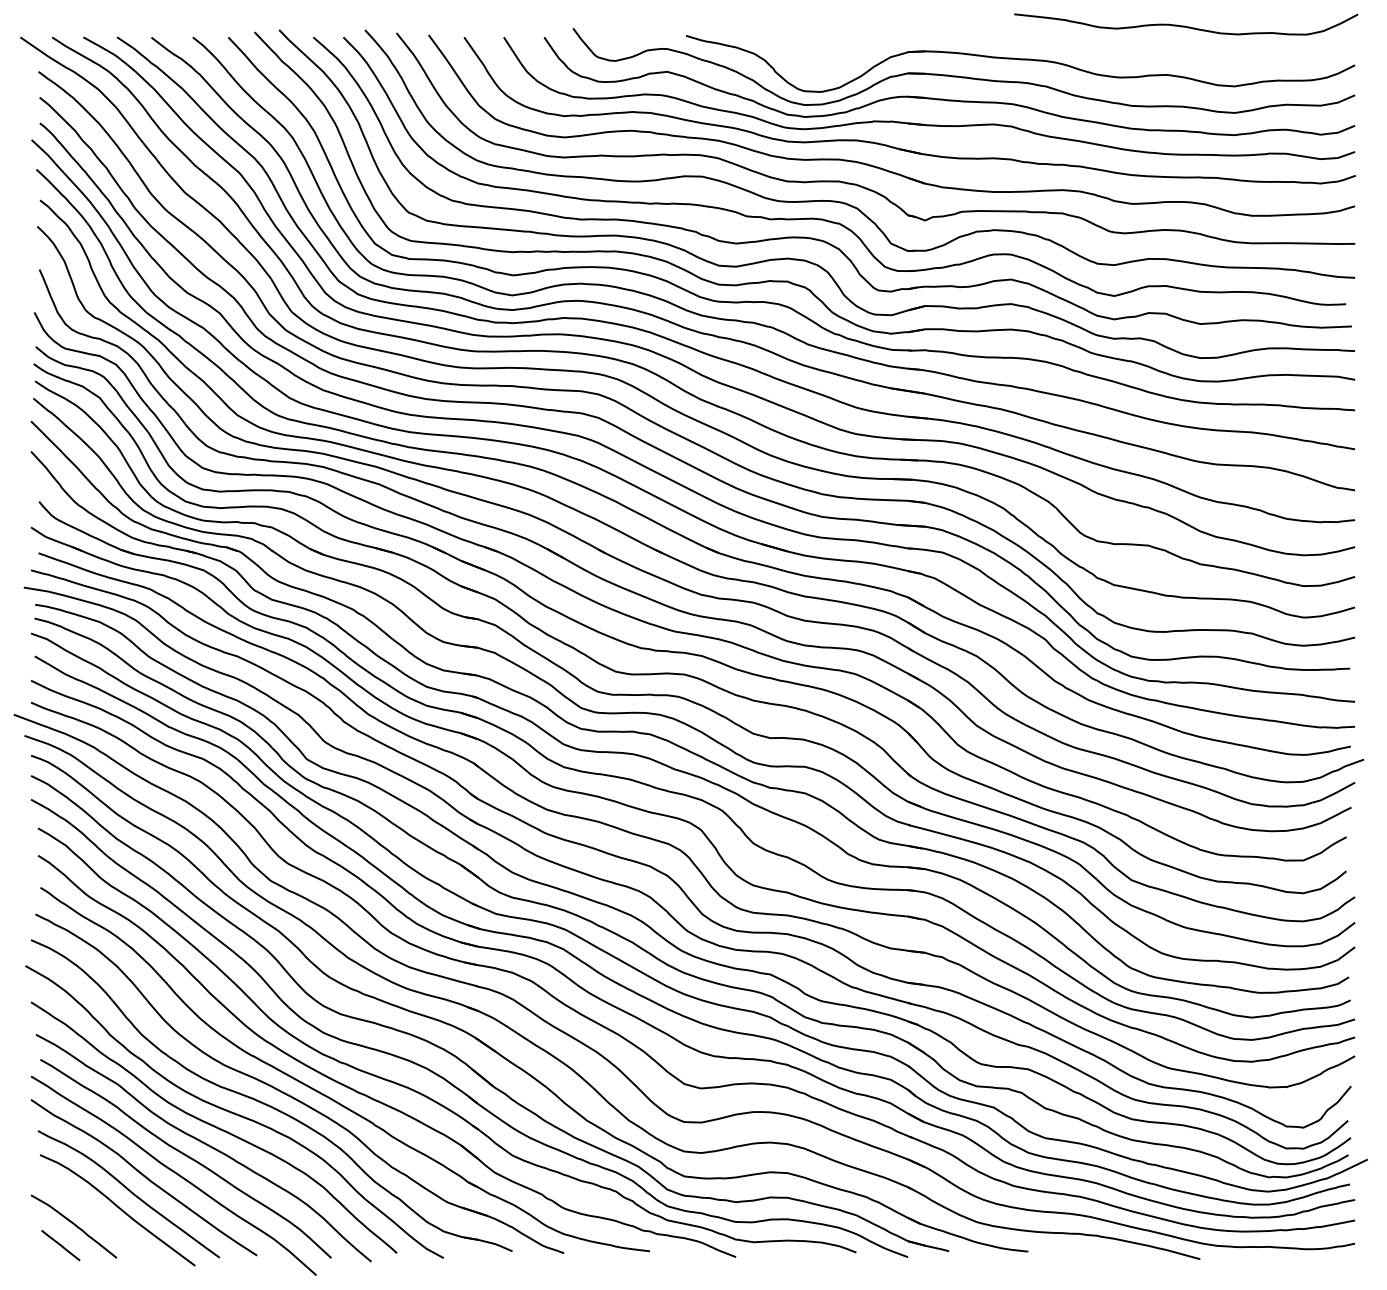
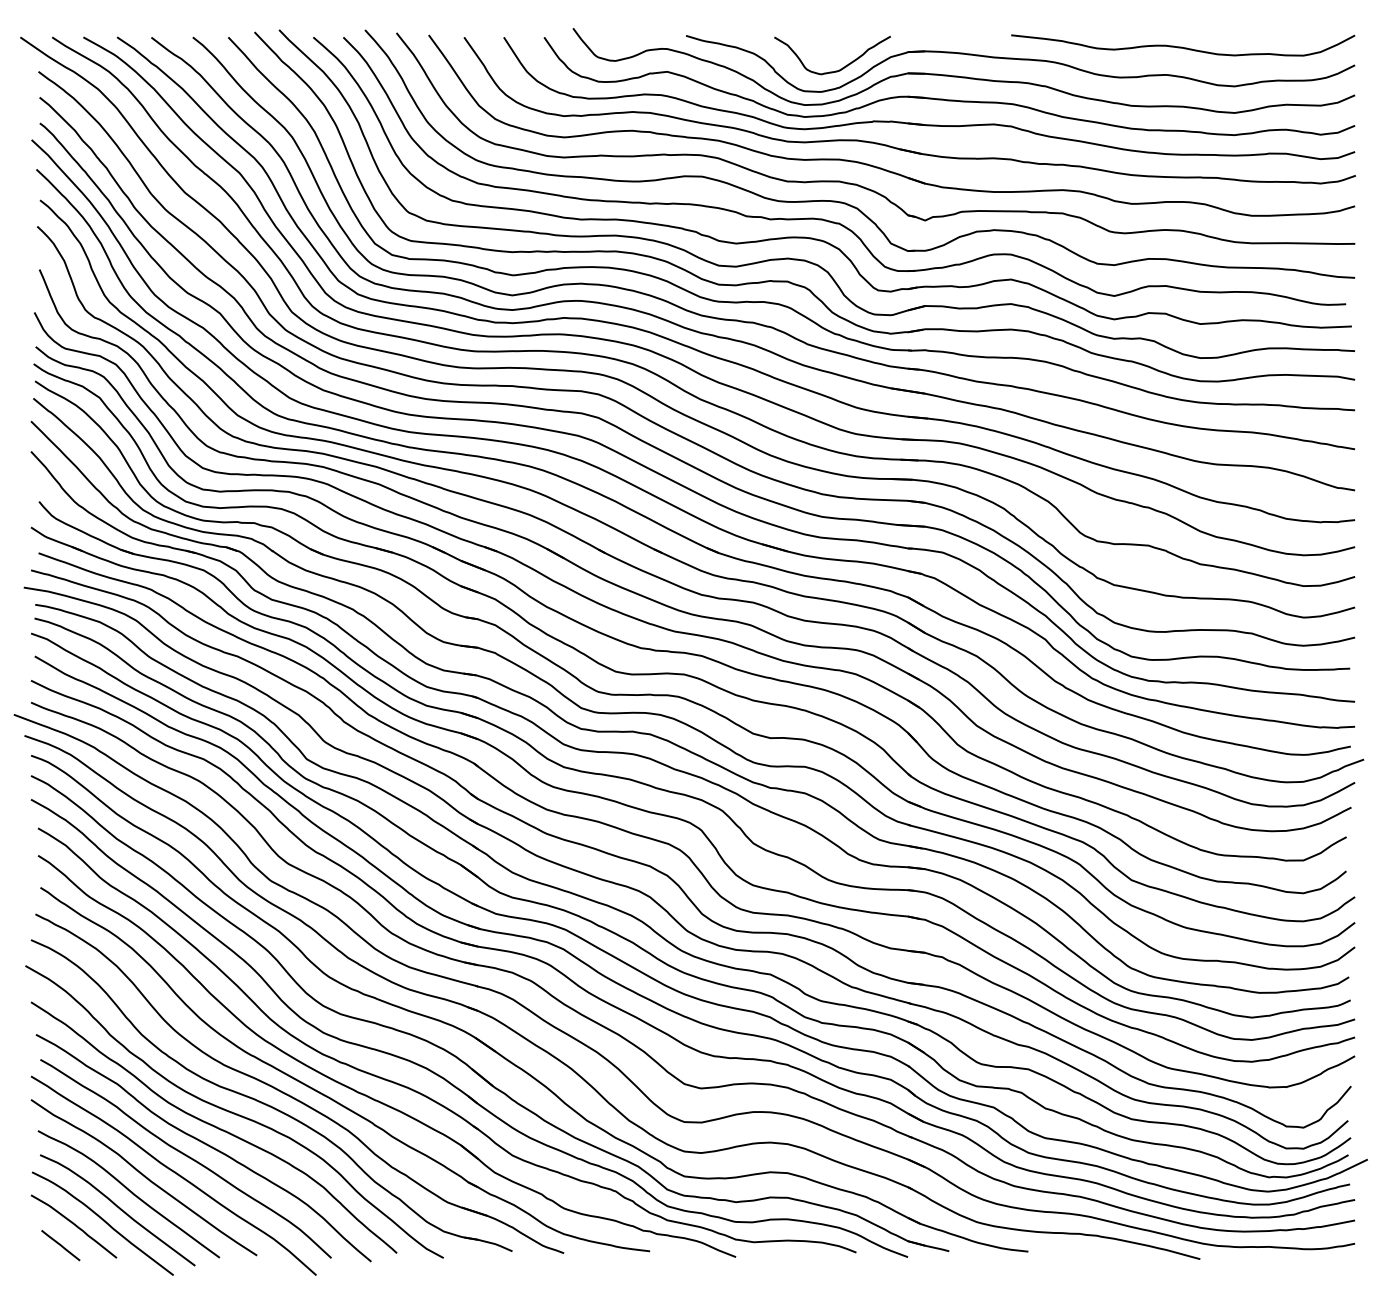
curve at (1185, 25) position: (1185, 25) -> (1182, 46)
curve at (835, 70): none -> present
curve at (103, 1221): none -> present
